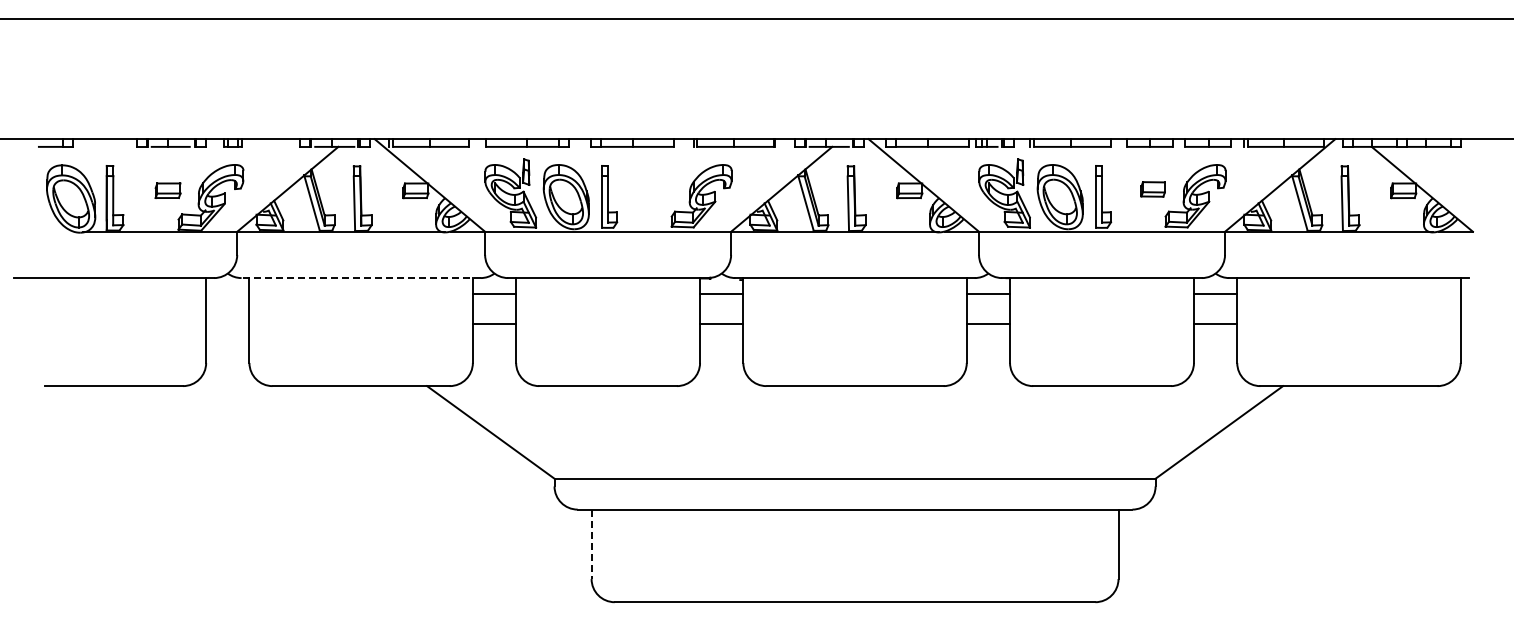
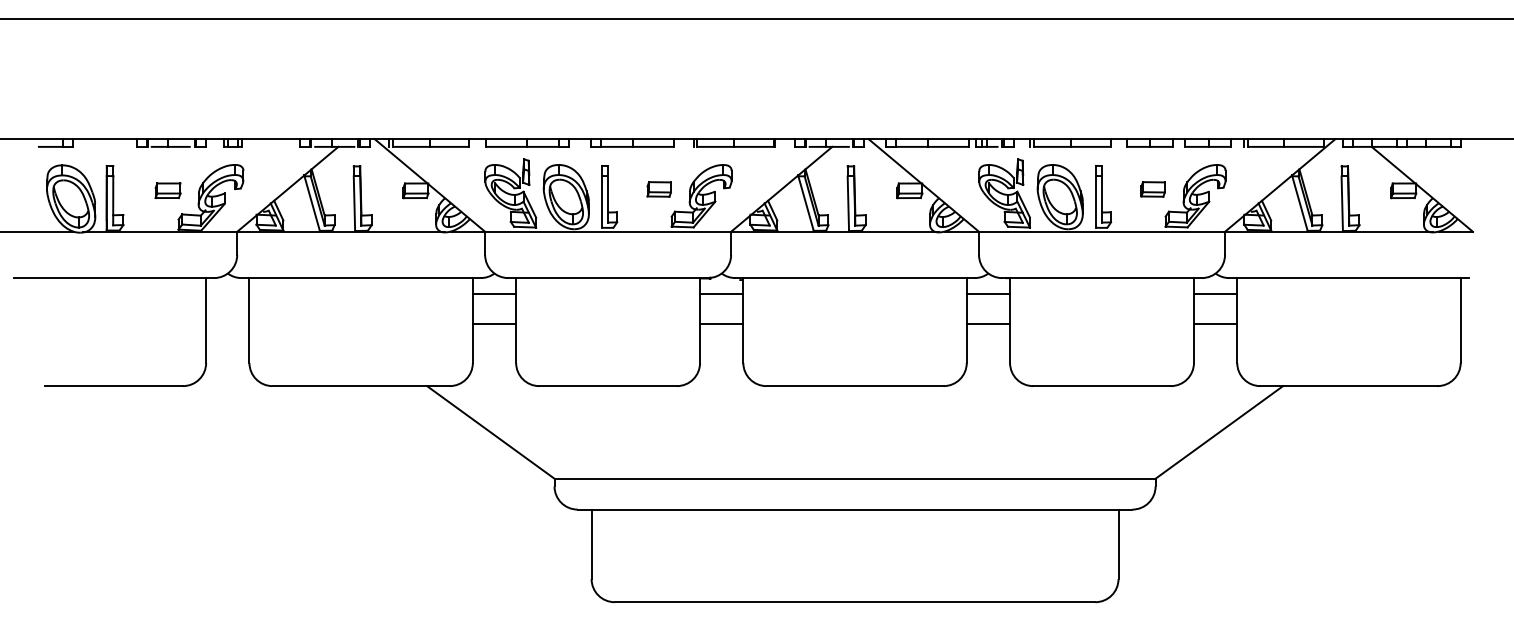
part at (658, 189): none -> present
line at (38, 231): none -> present
line at (361, 278): dashed -> solid
line at (591, 544): dashed -> solid
